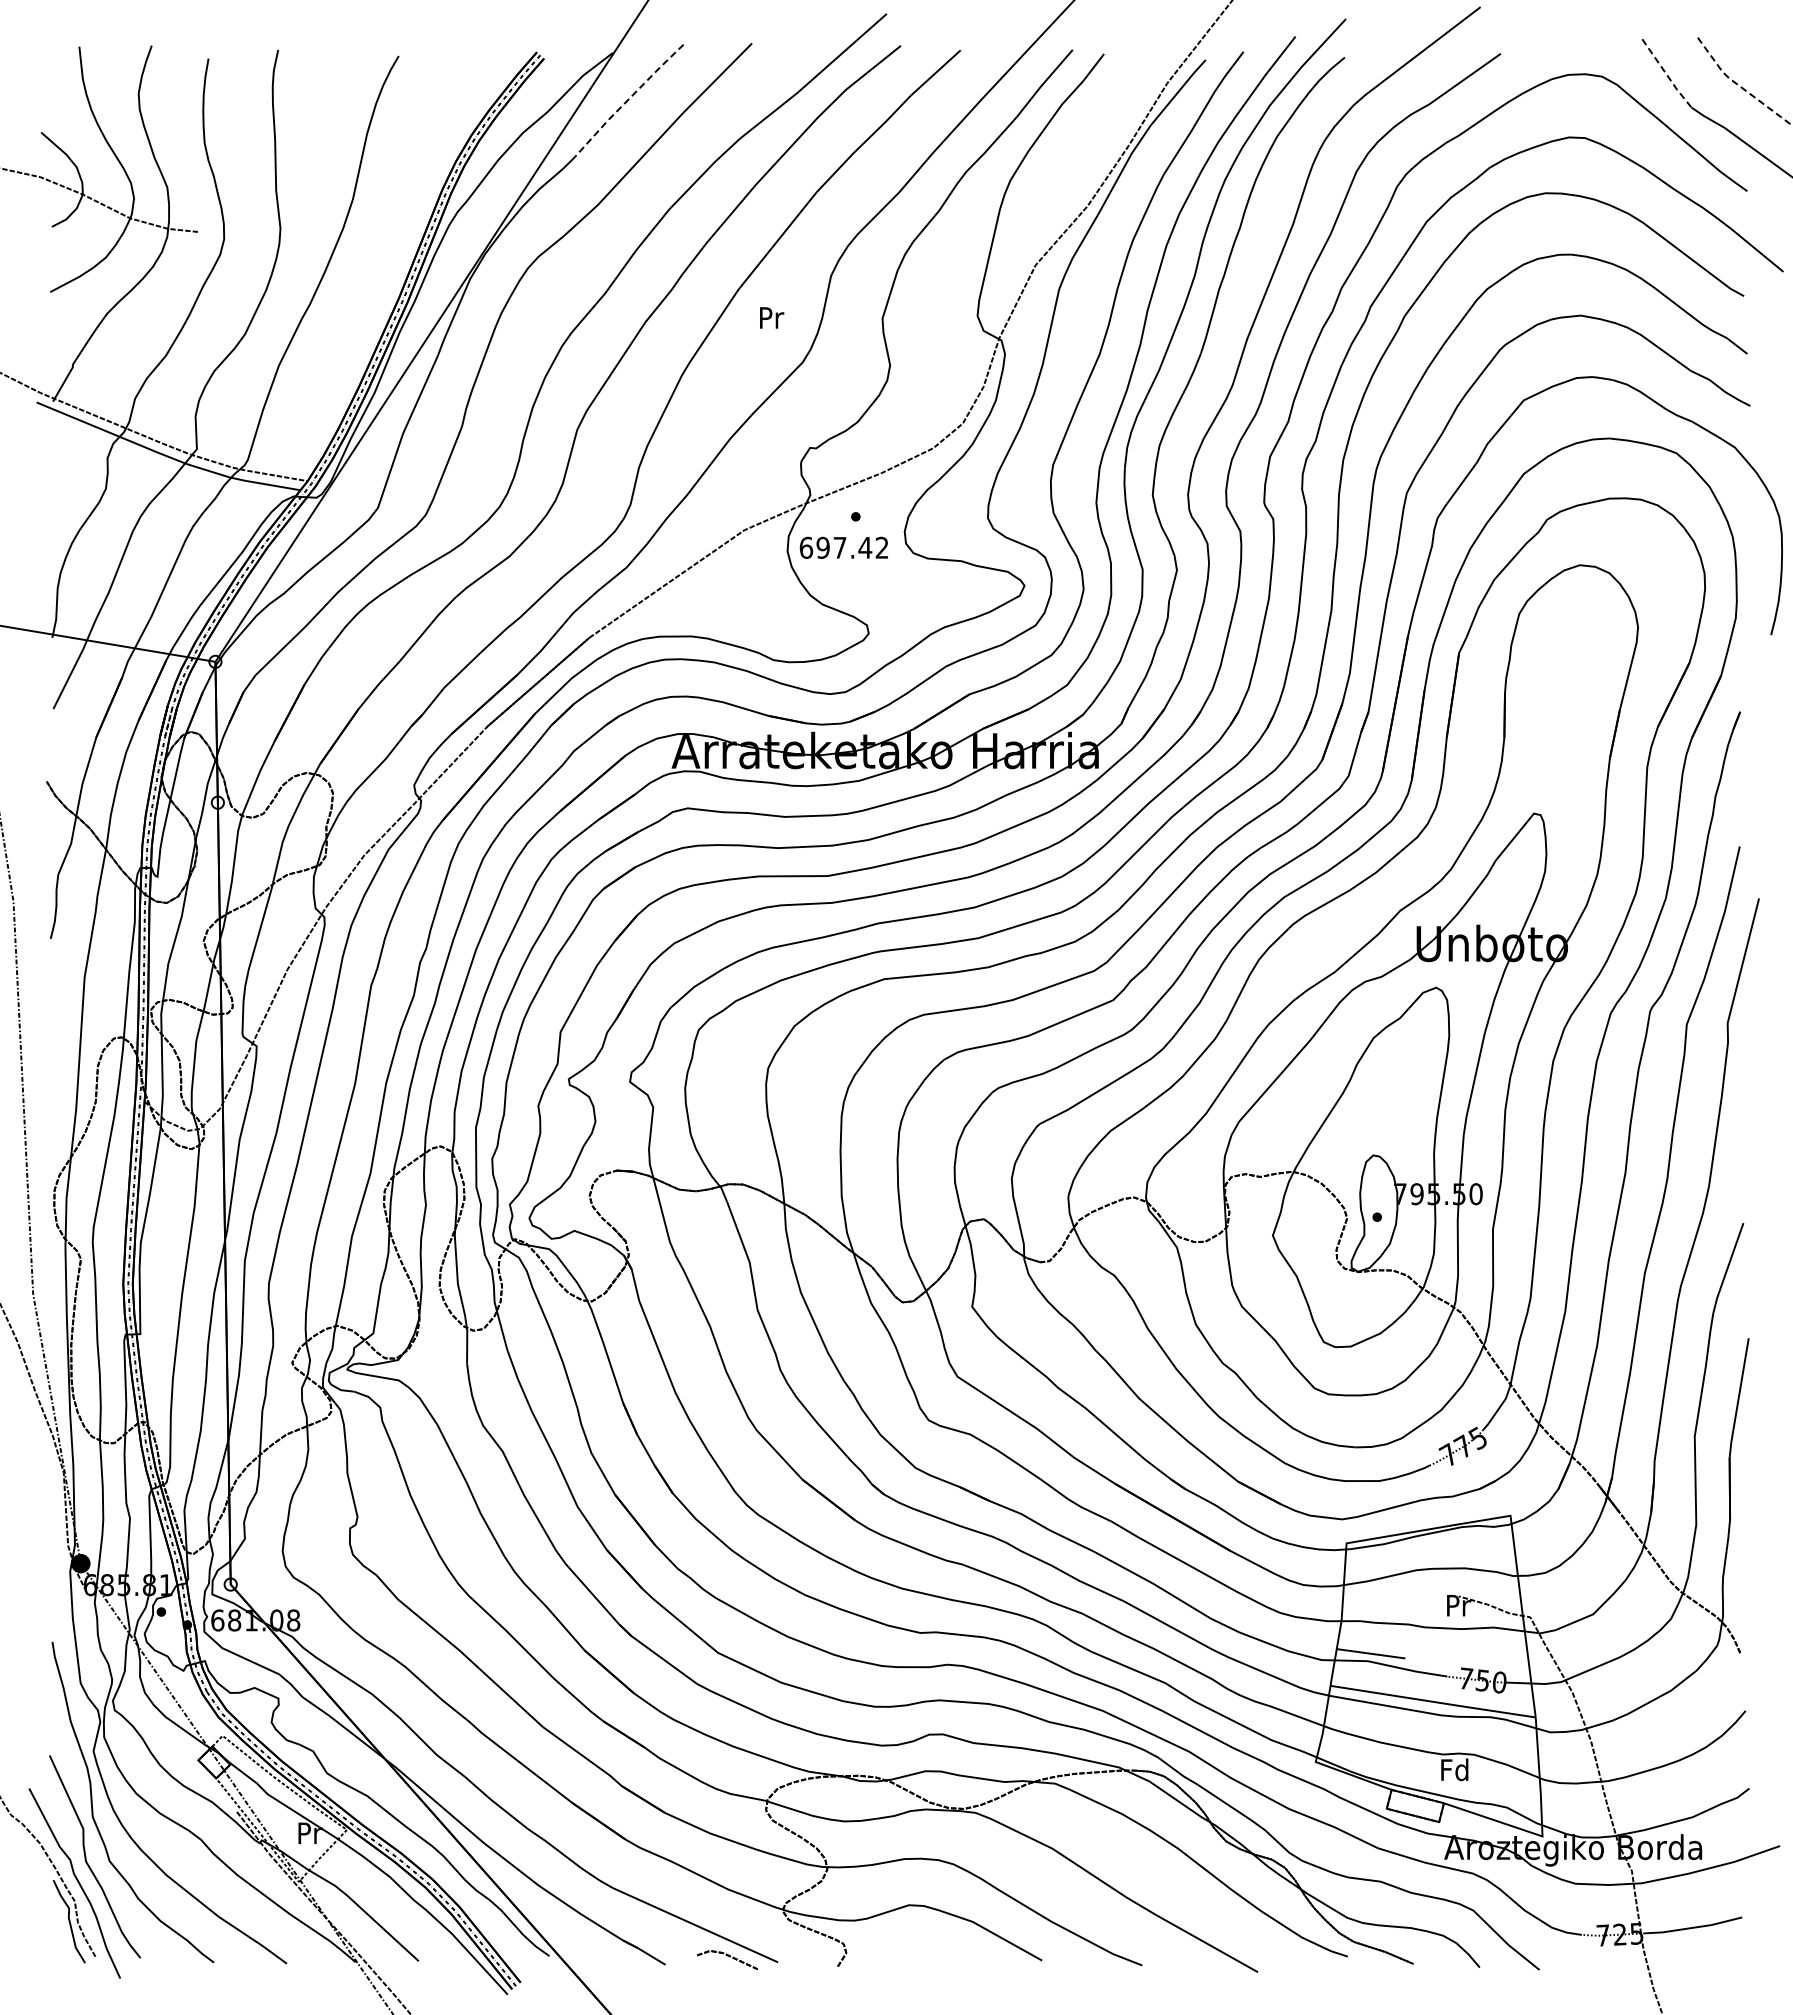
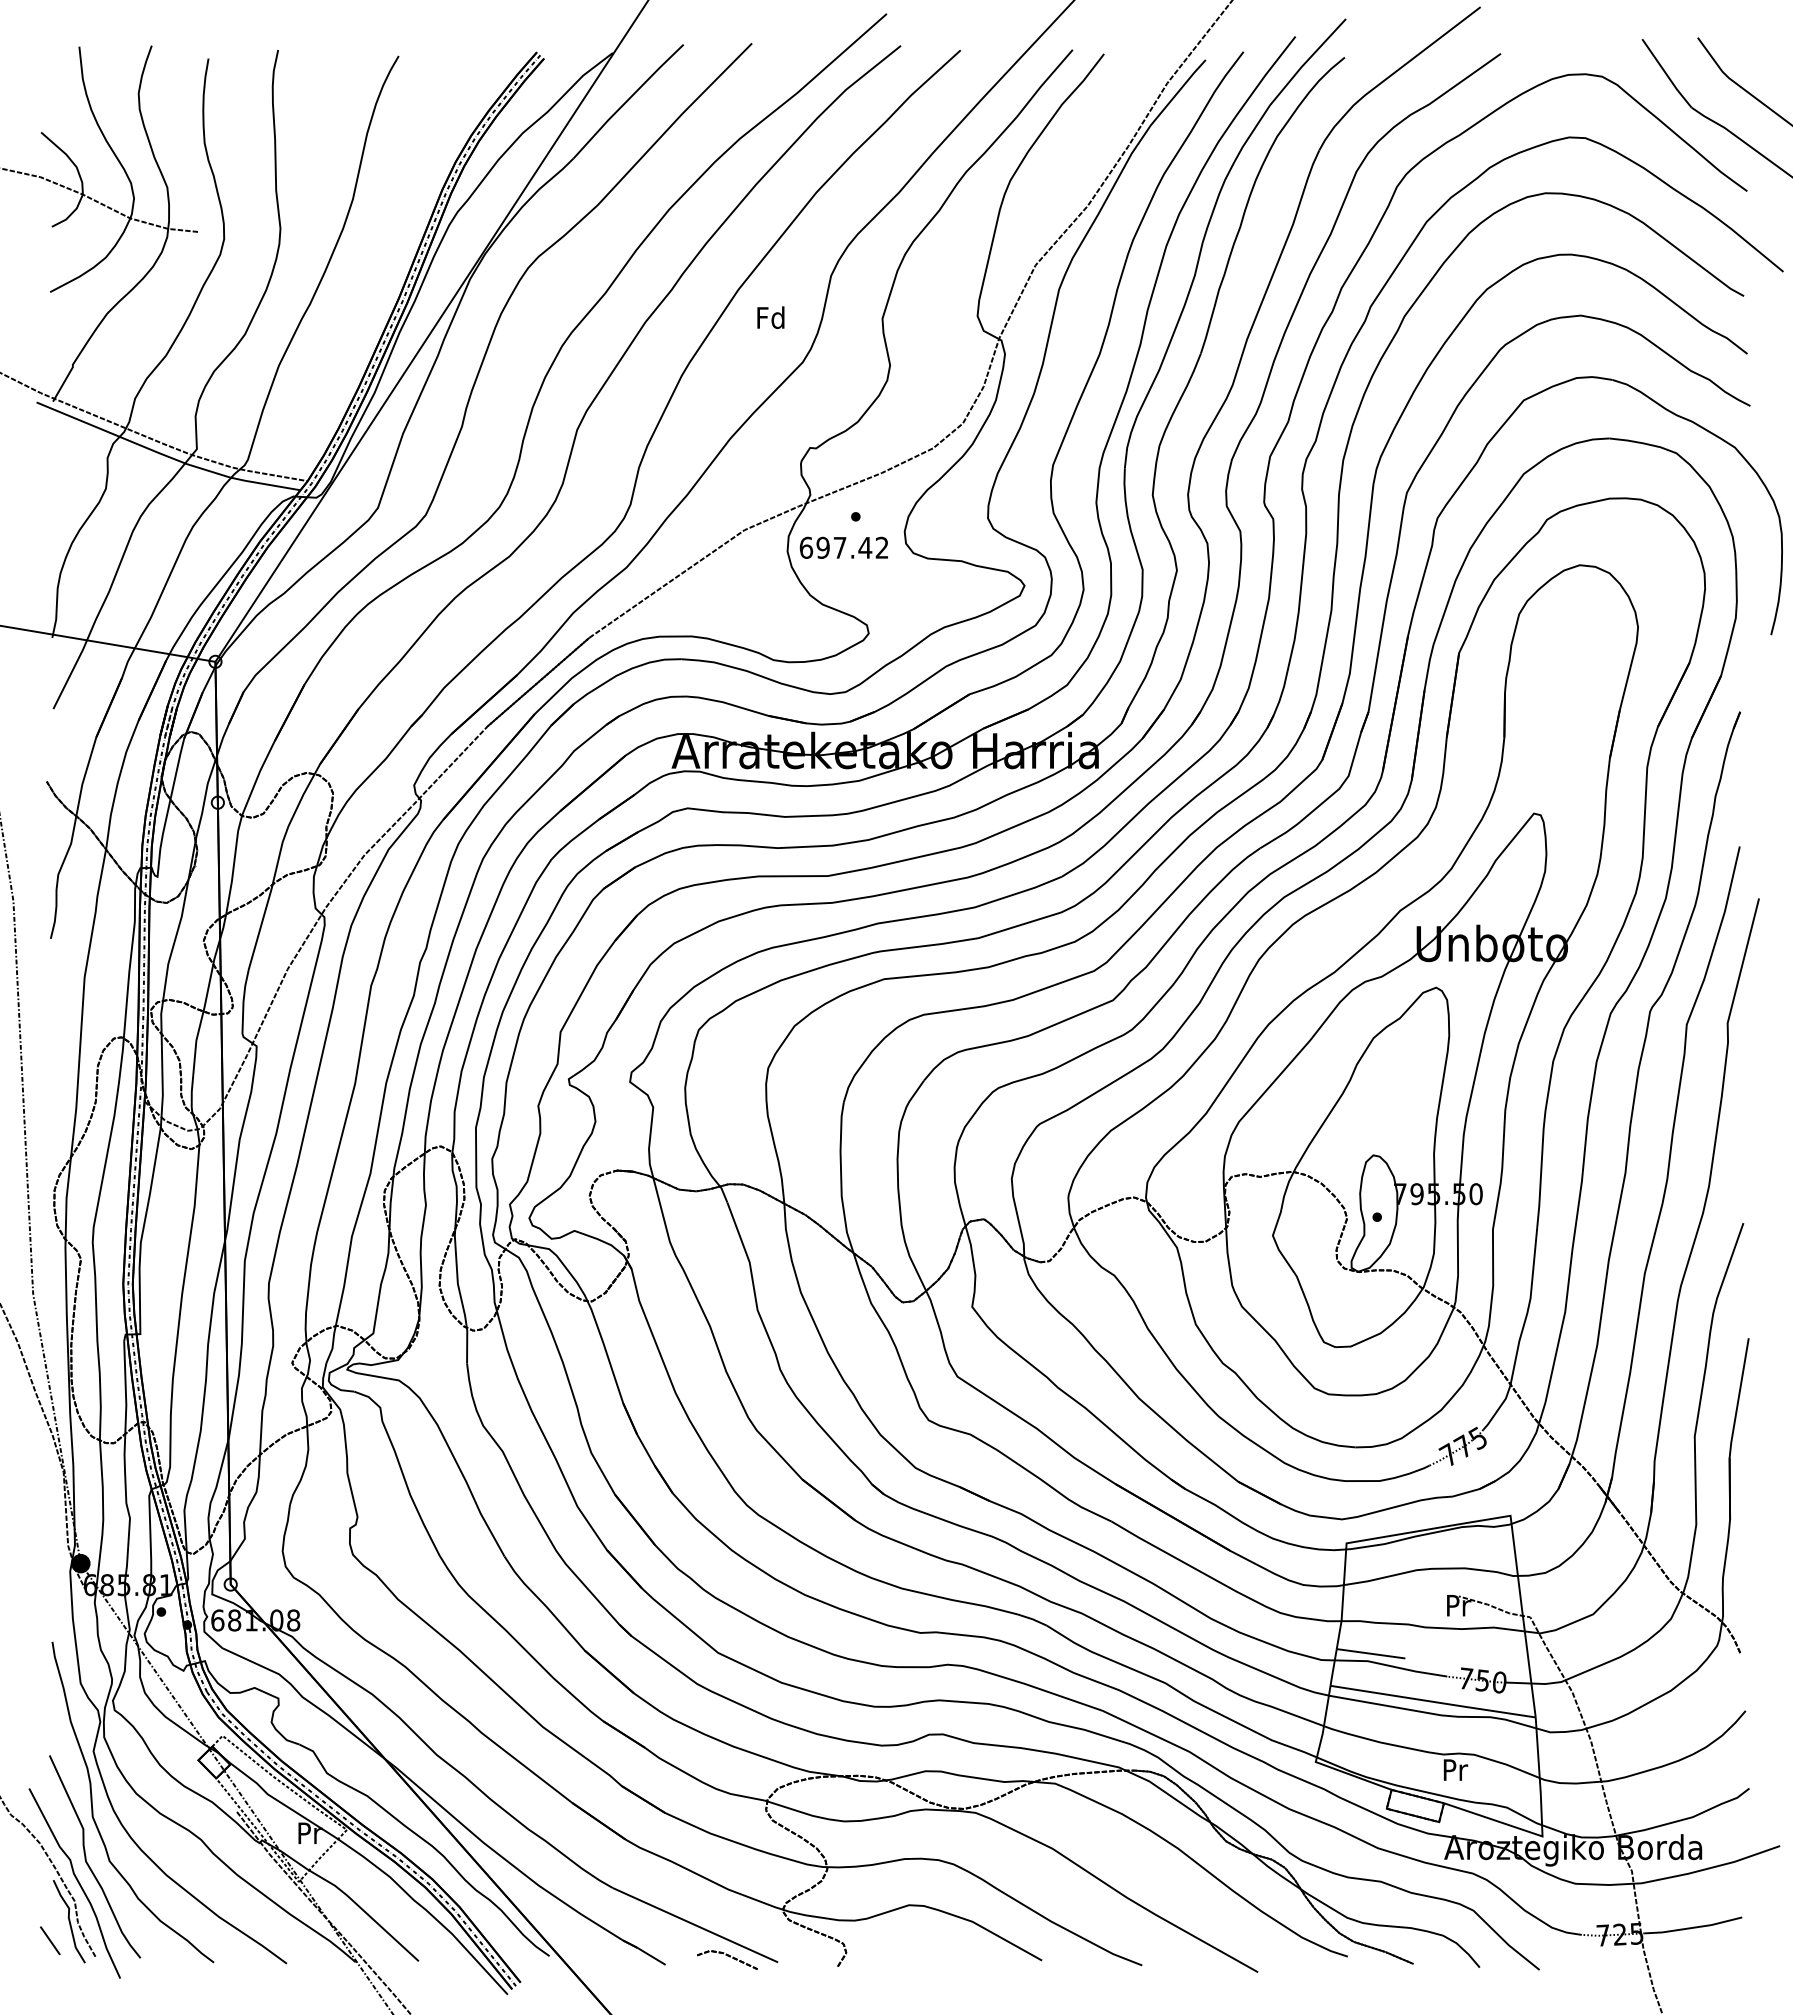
line at (1666, 74): dashed -> solid
line at (1739, 85): dashed -> solid
line at (627, 100): dashed -> solid
text at (770, 317): Pr -> Fd
text at (1454, 1769): Fd -> Pr
line at (50, 1940): none -> present
